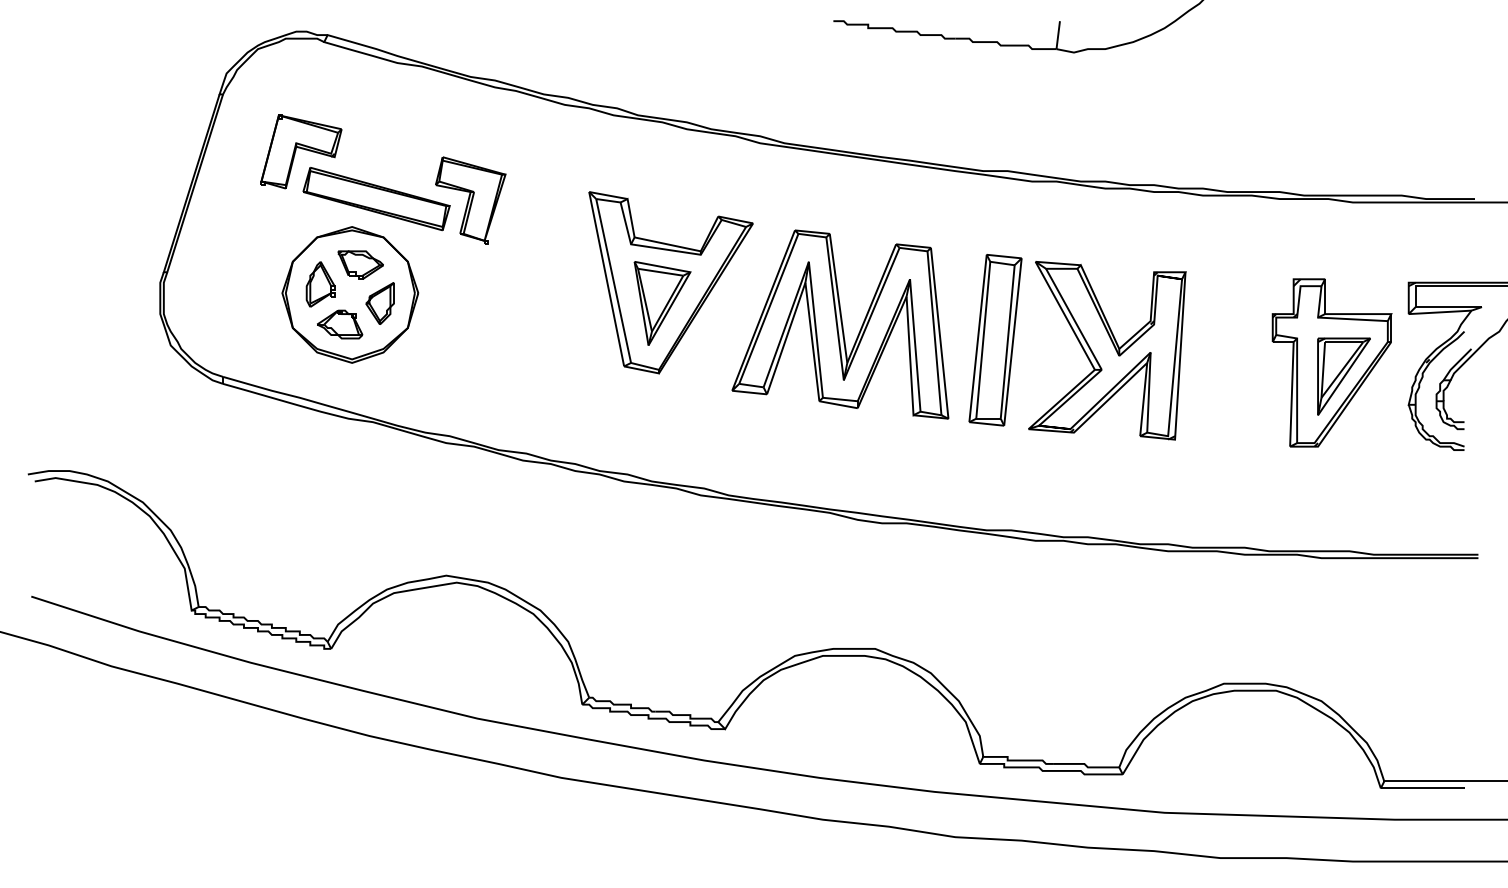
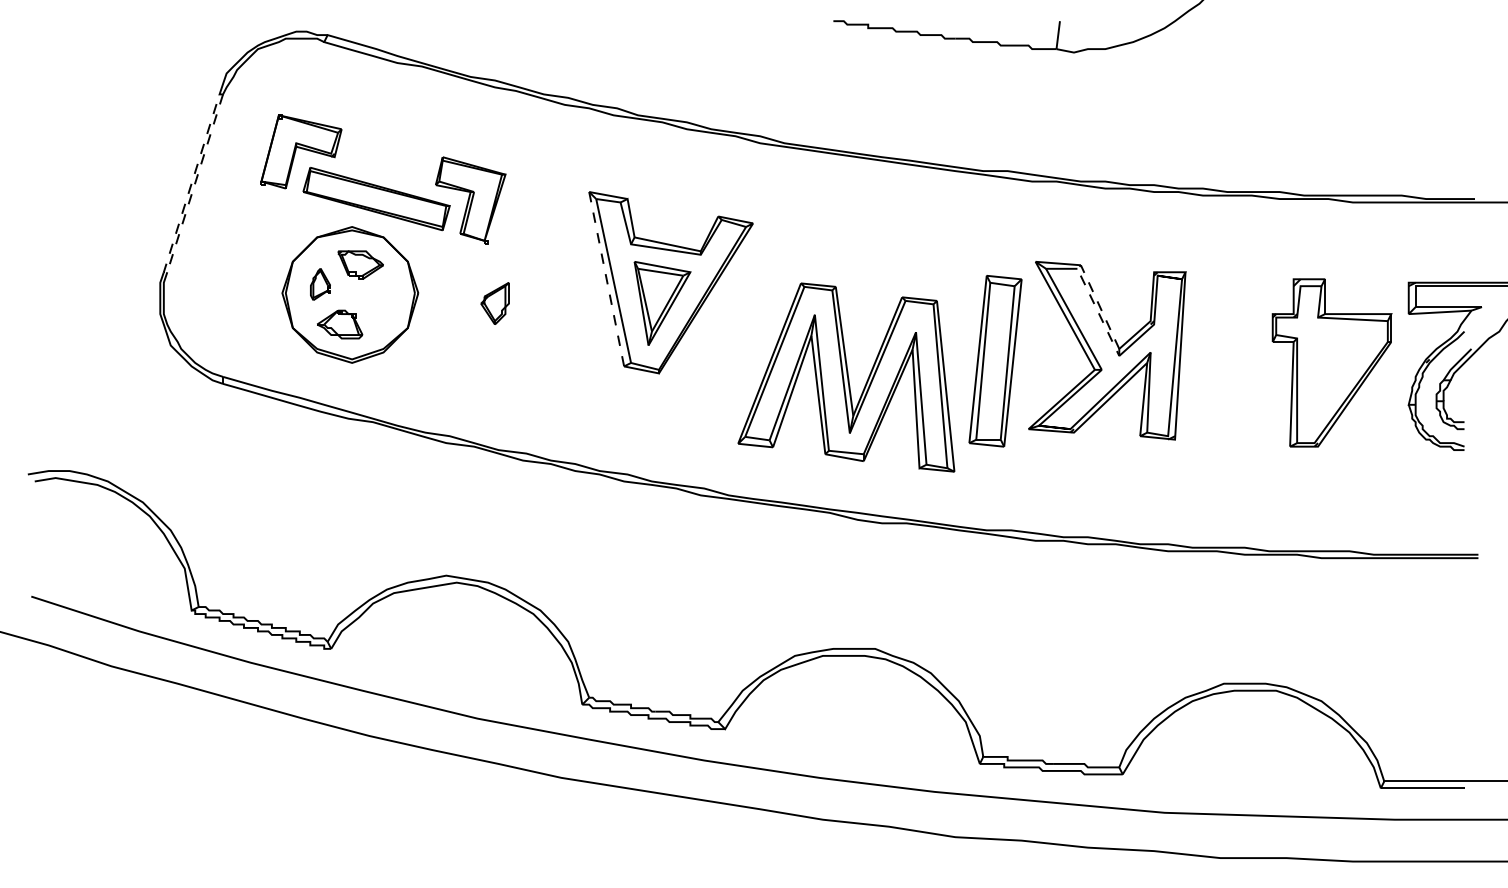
line at (1077, 268): solid -> dashed
line at (165, 272): solid -> dashed
line at (606, 279): solid -> dashed
part at (320, 284) size: 31x47 px -> 21x33 px
part at (379, 303) position: (379, 303) -> (494, 303)
part at (840, 324) position: (840, 324) -> (846, 377)
part at (995, 340) position: (995, 340) -> (995, 361)
part at (1343, 376): present -> none
